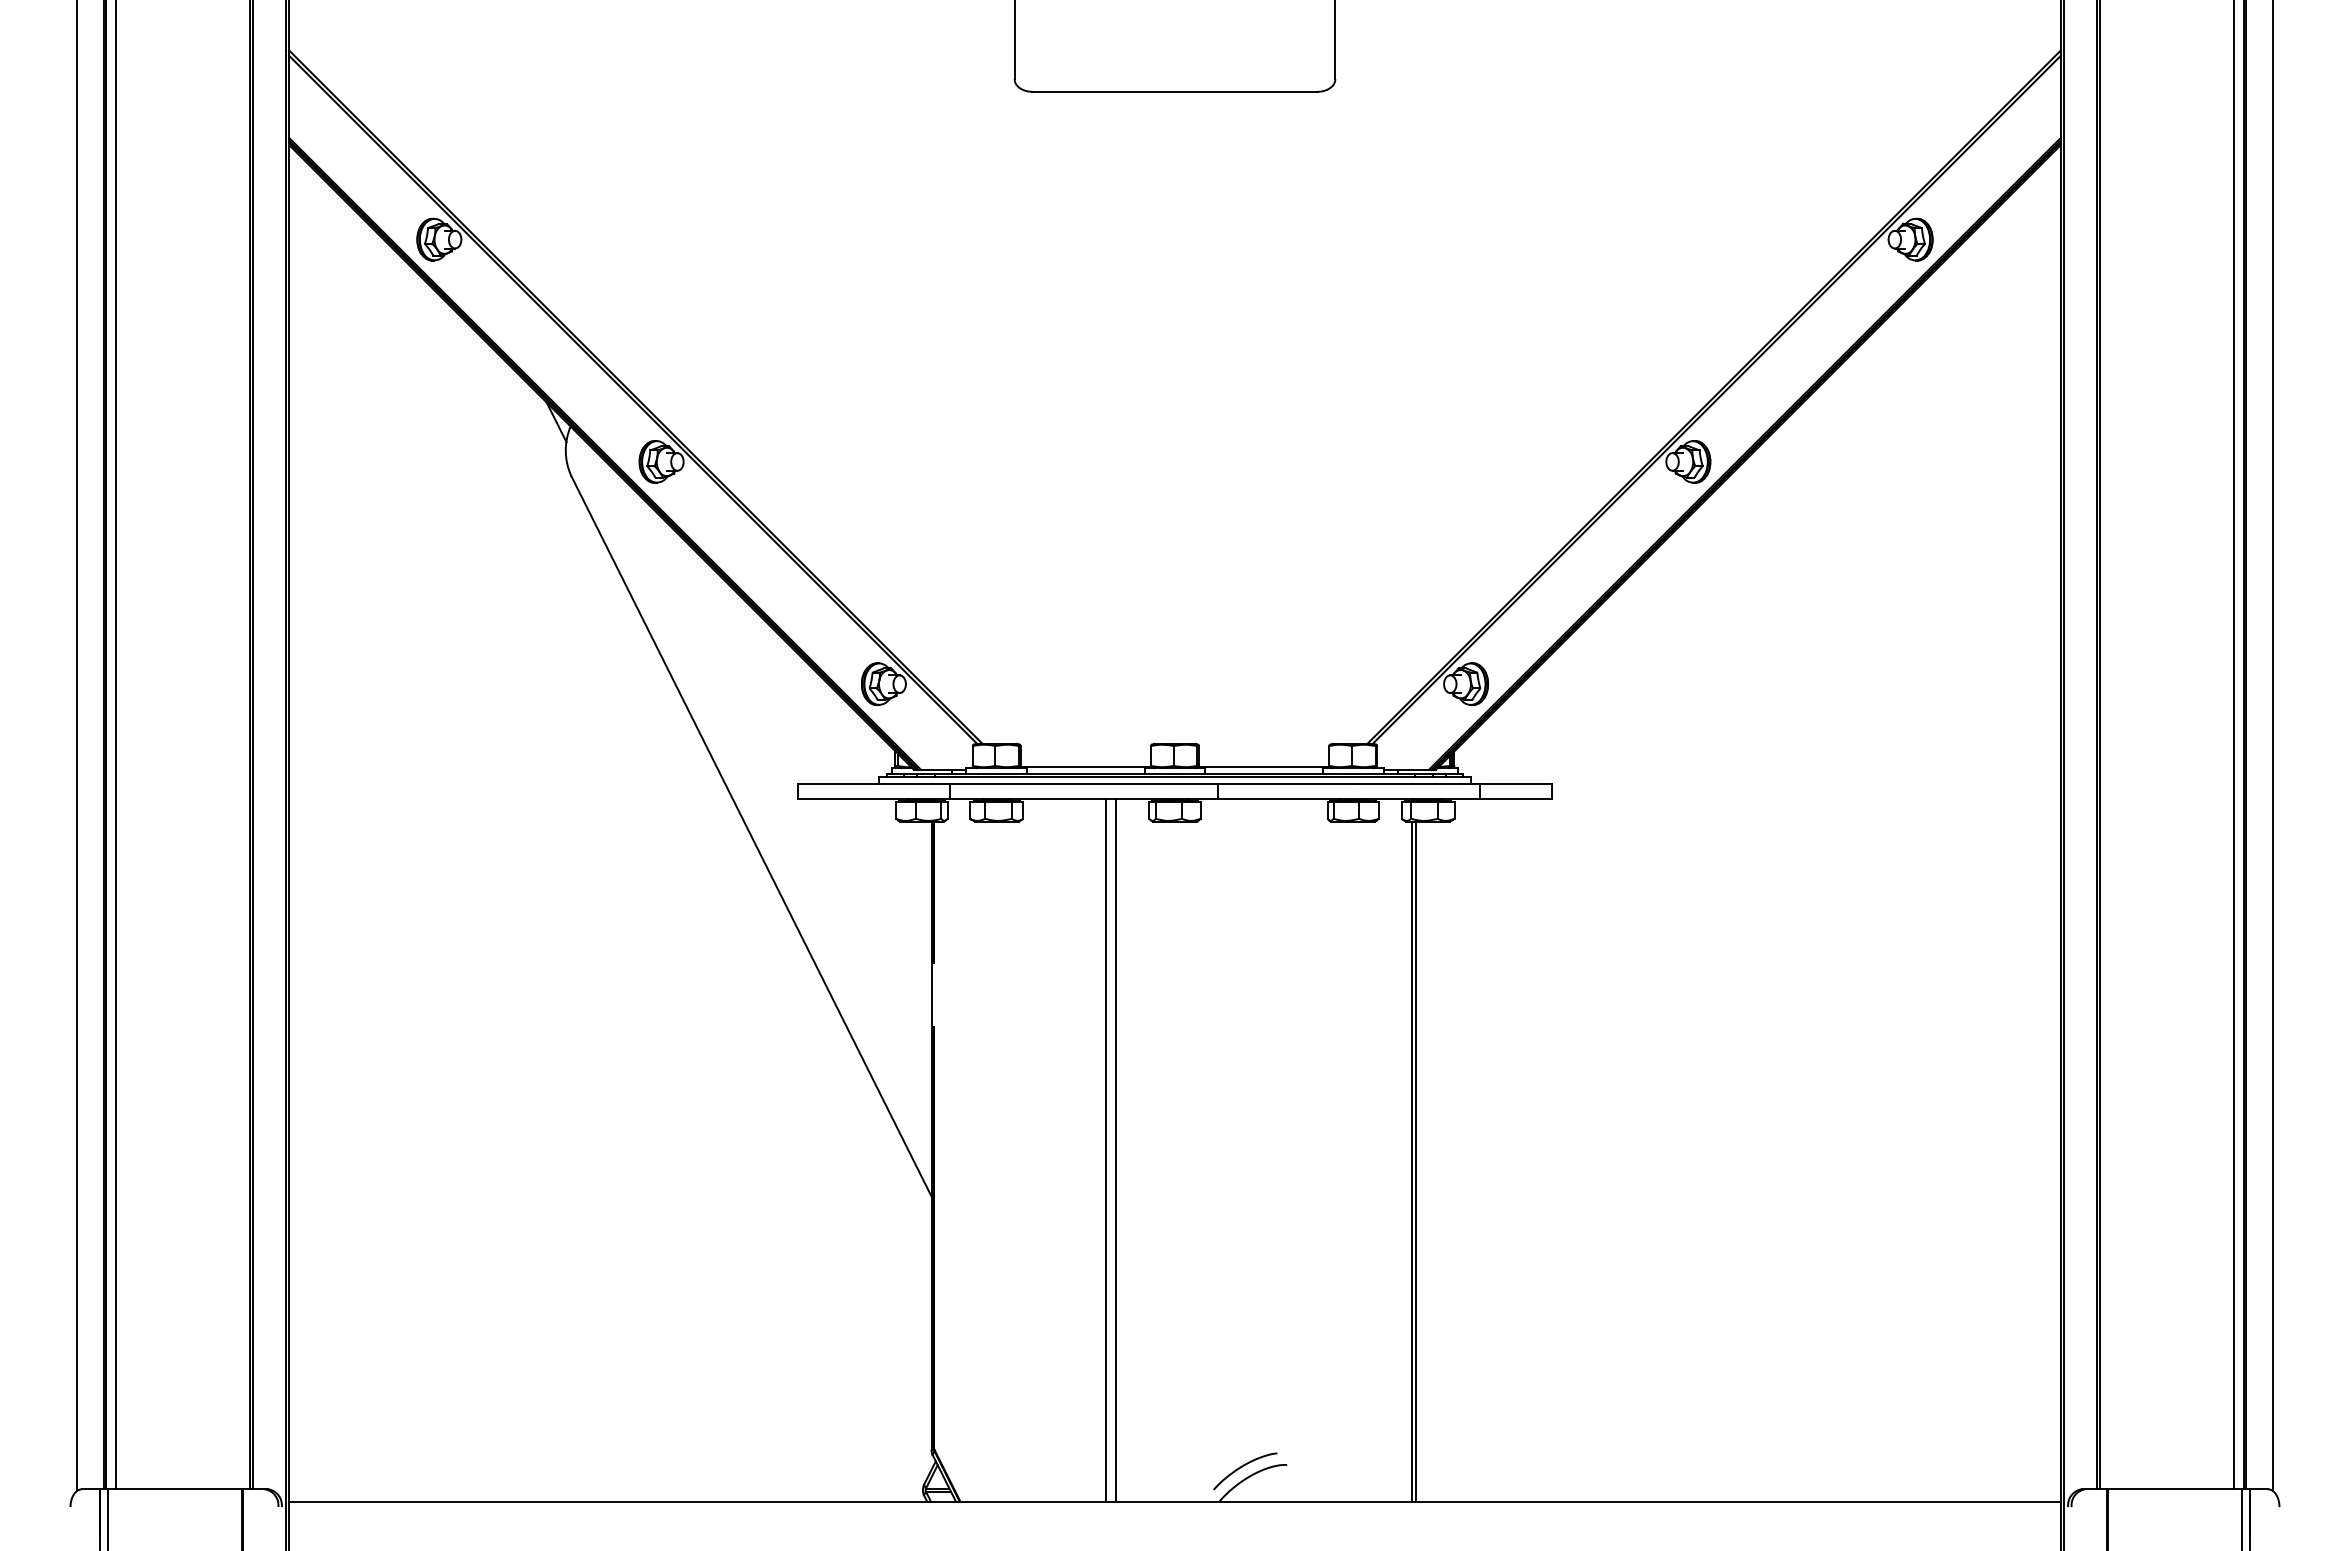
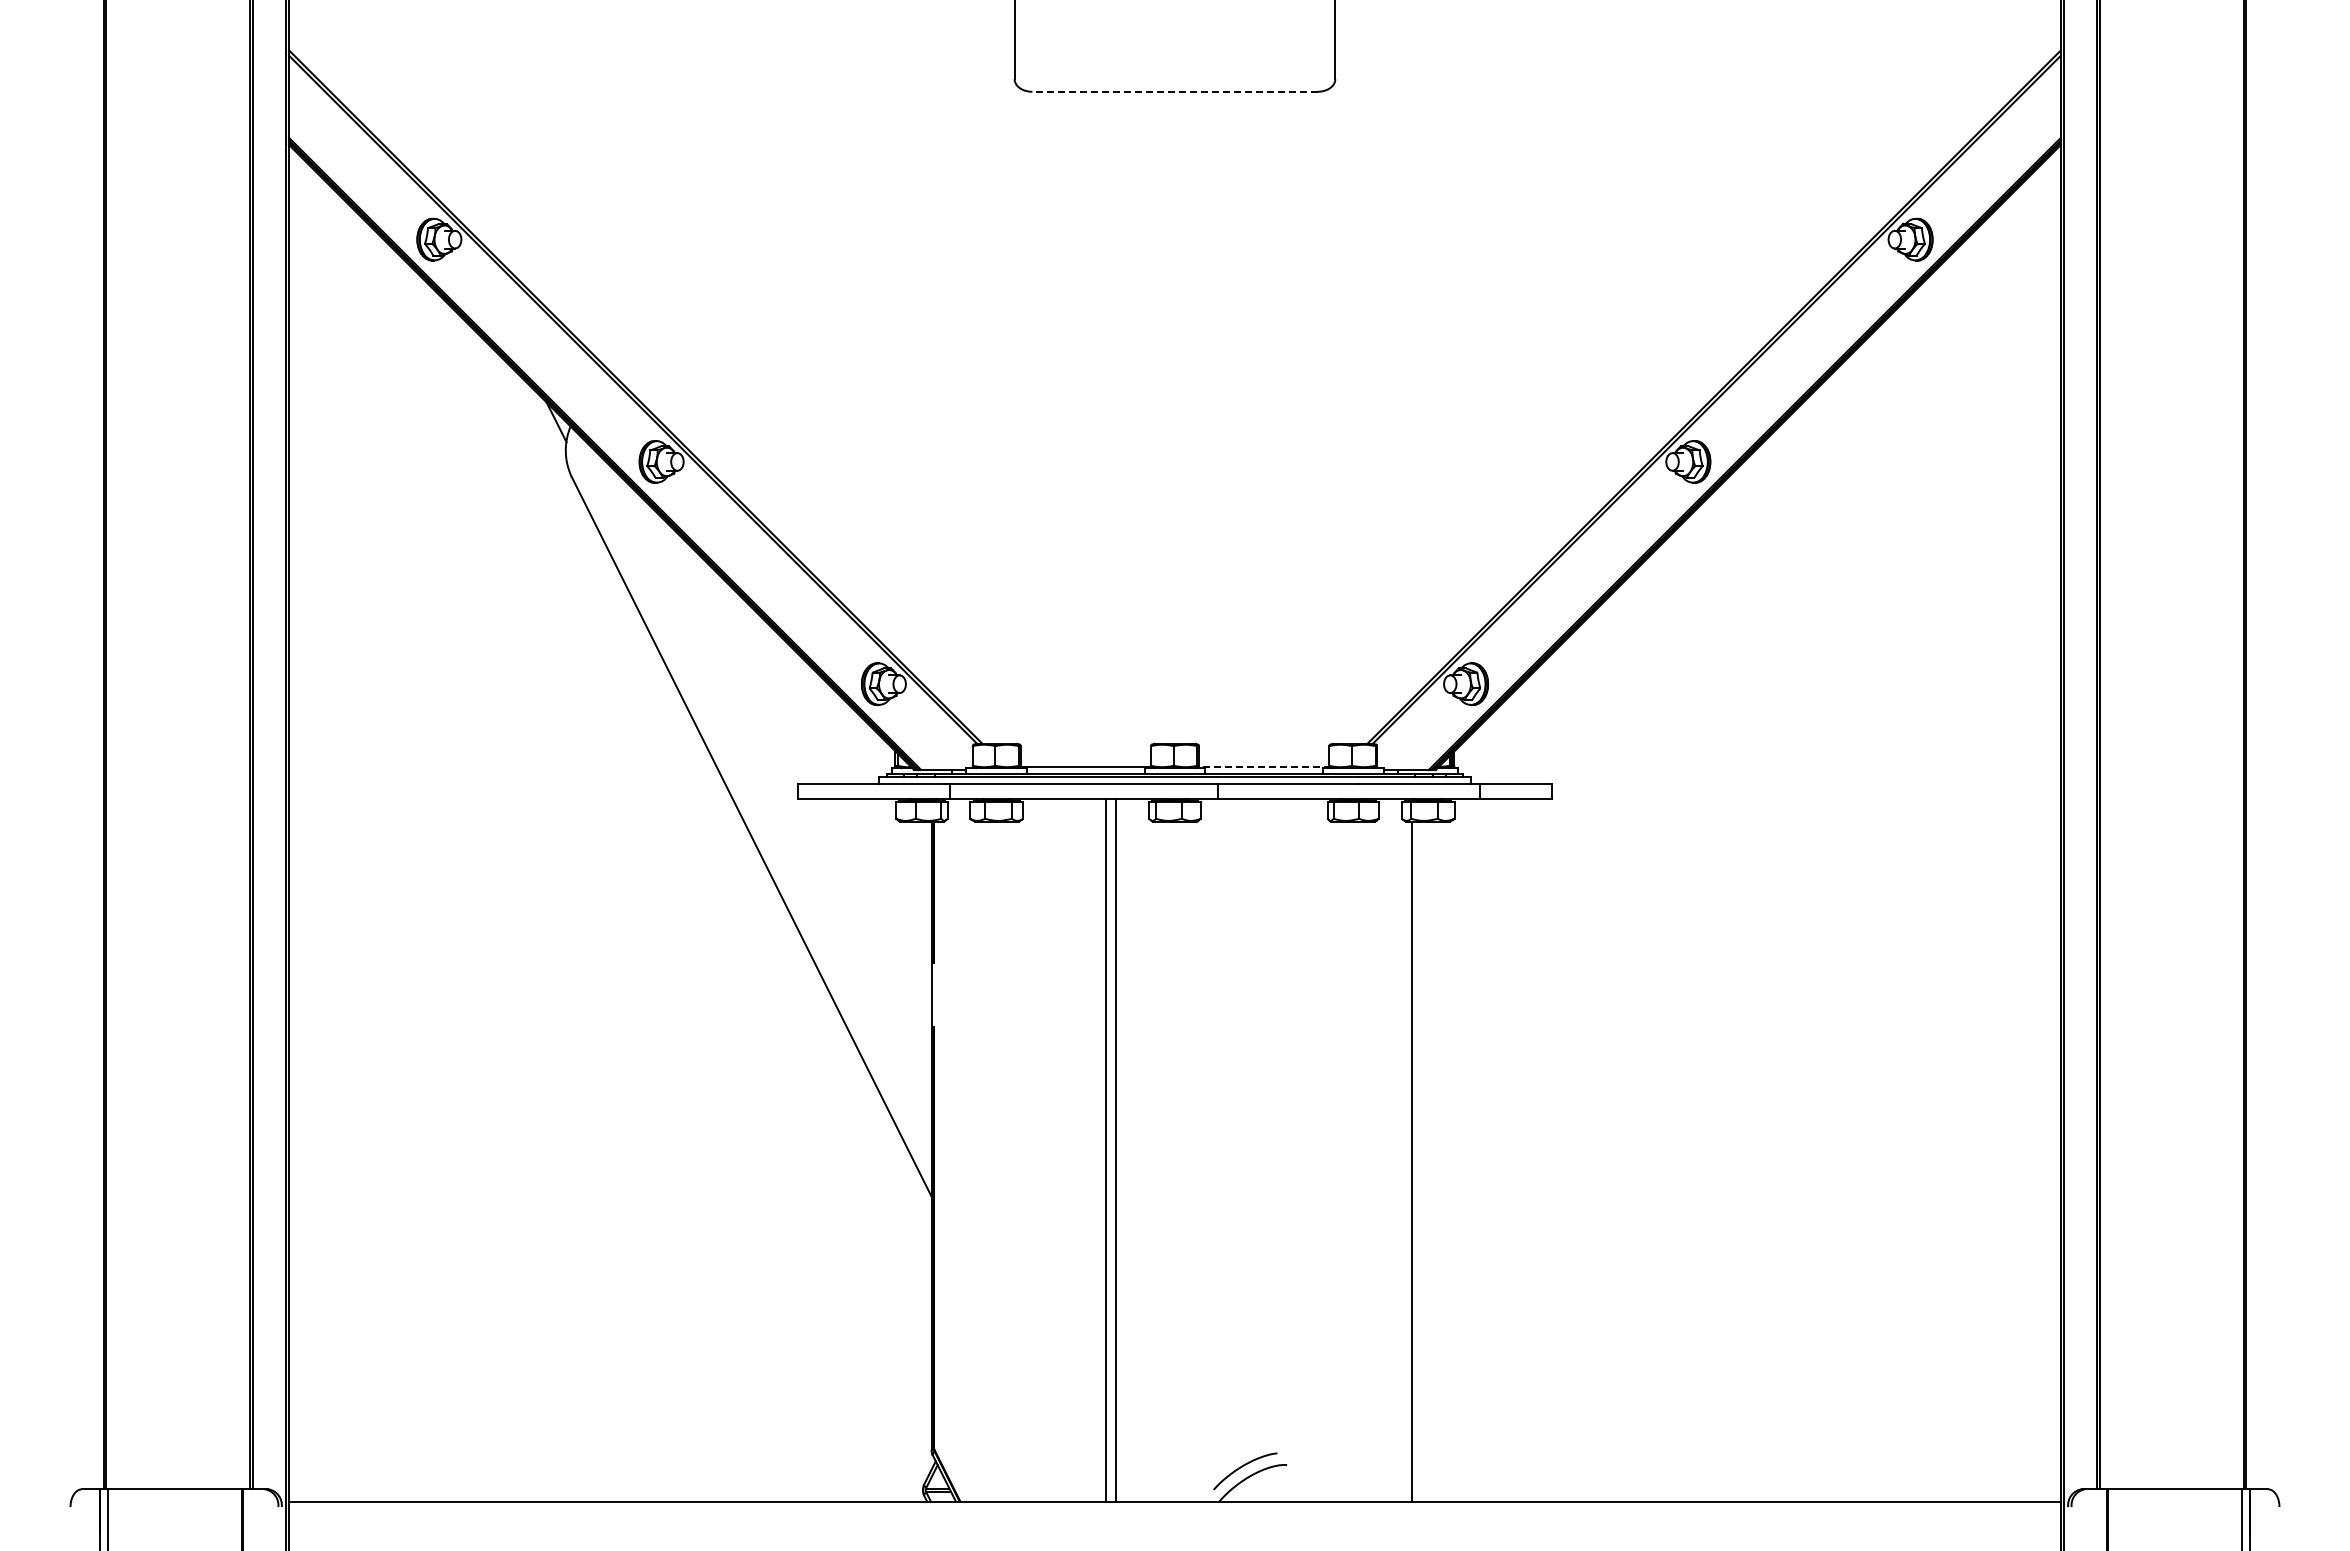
line at (1174, 91): solid -> dashed
line at (115, 745): present -> none
line at (2234, 745): present -> none
line at (77, 746): present -> none
line at (2272, 746): present -> none
line at (1263, 767): solid -> dashed
line at (1415, 1161): present -> none
